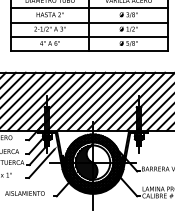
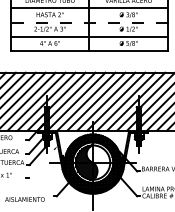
line at (89, 22): solid -> dashed
line at (41, 163): present -> none
text at (24, 193) position: (24, 193) -> (24, 199)
